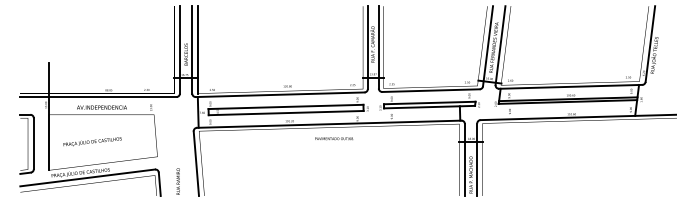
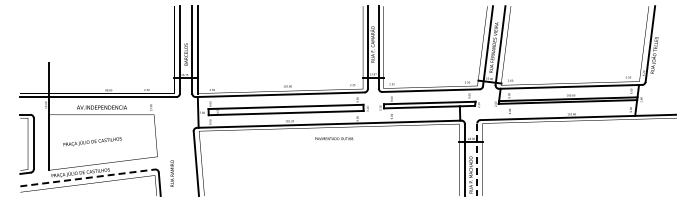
line at (477, 160): solid -> dashed
line at (87, 177): solid -> dashed
text at (177, 181) position: (177, 181) -> (171, 173)
